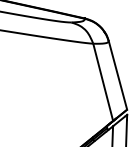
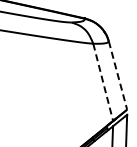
line at (118, 75): solid -> dashed
line at (103, 83): solid -> dashed
